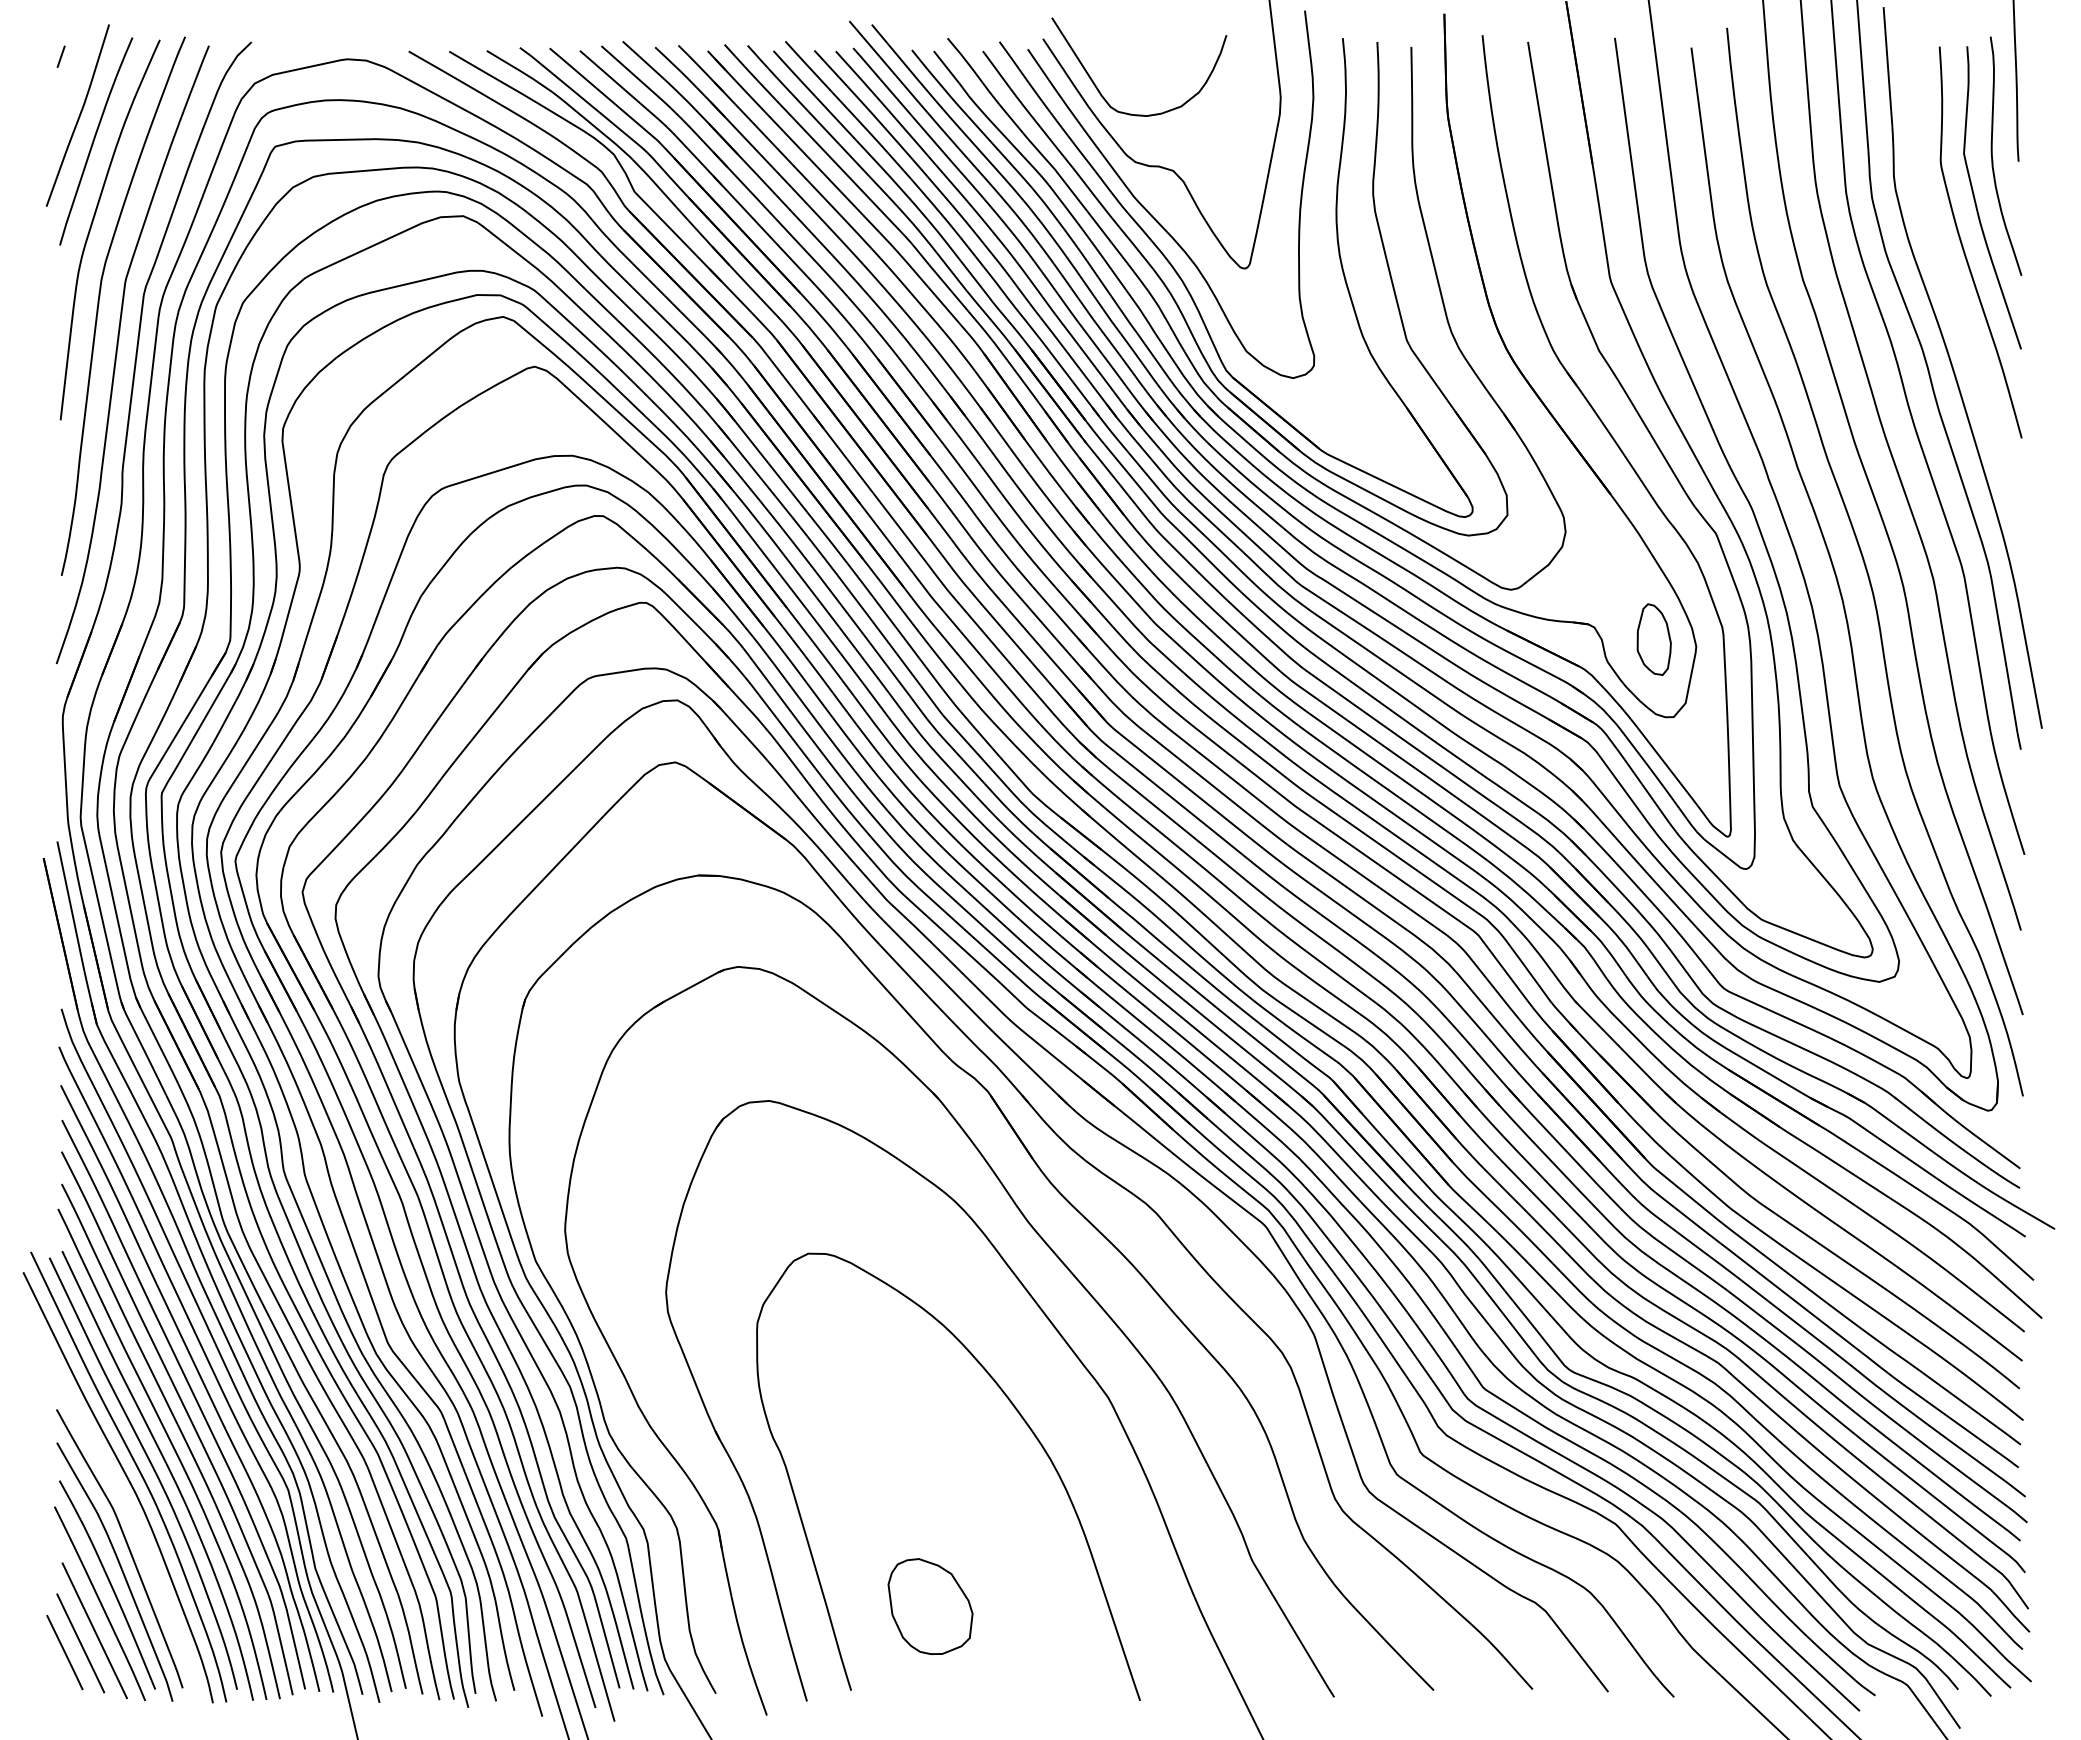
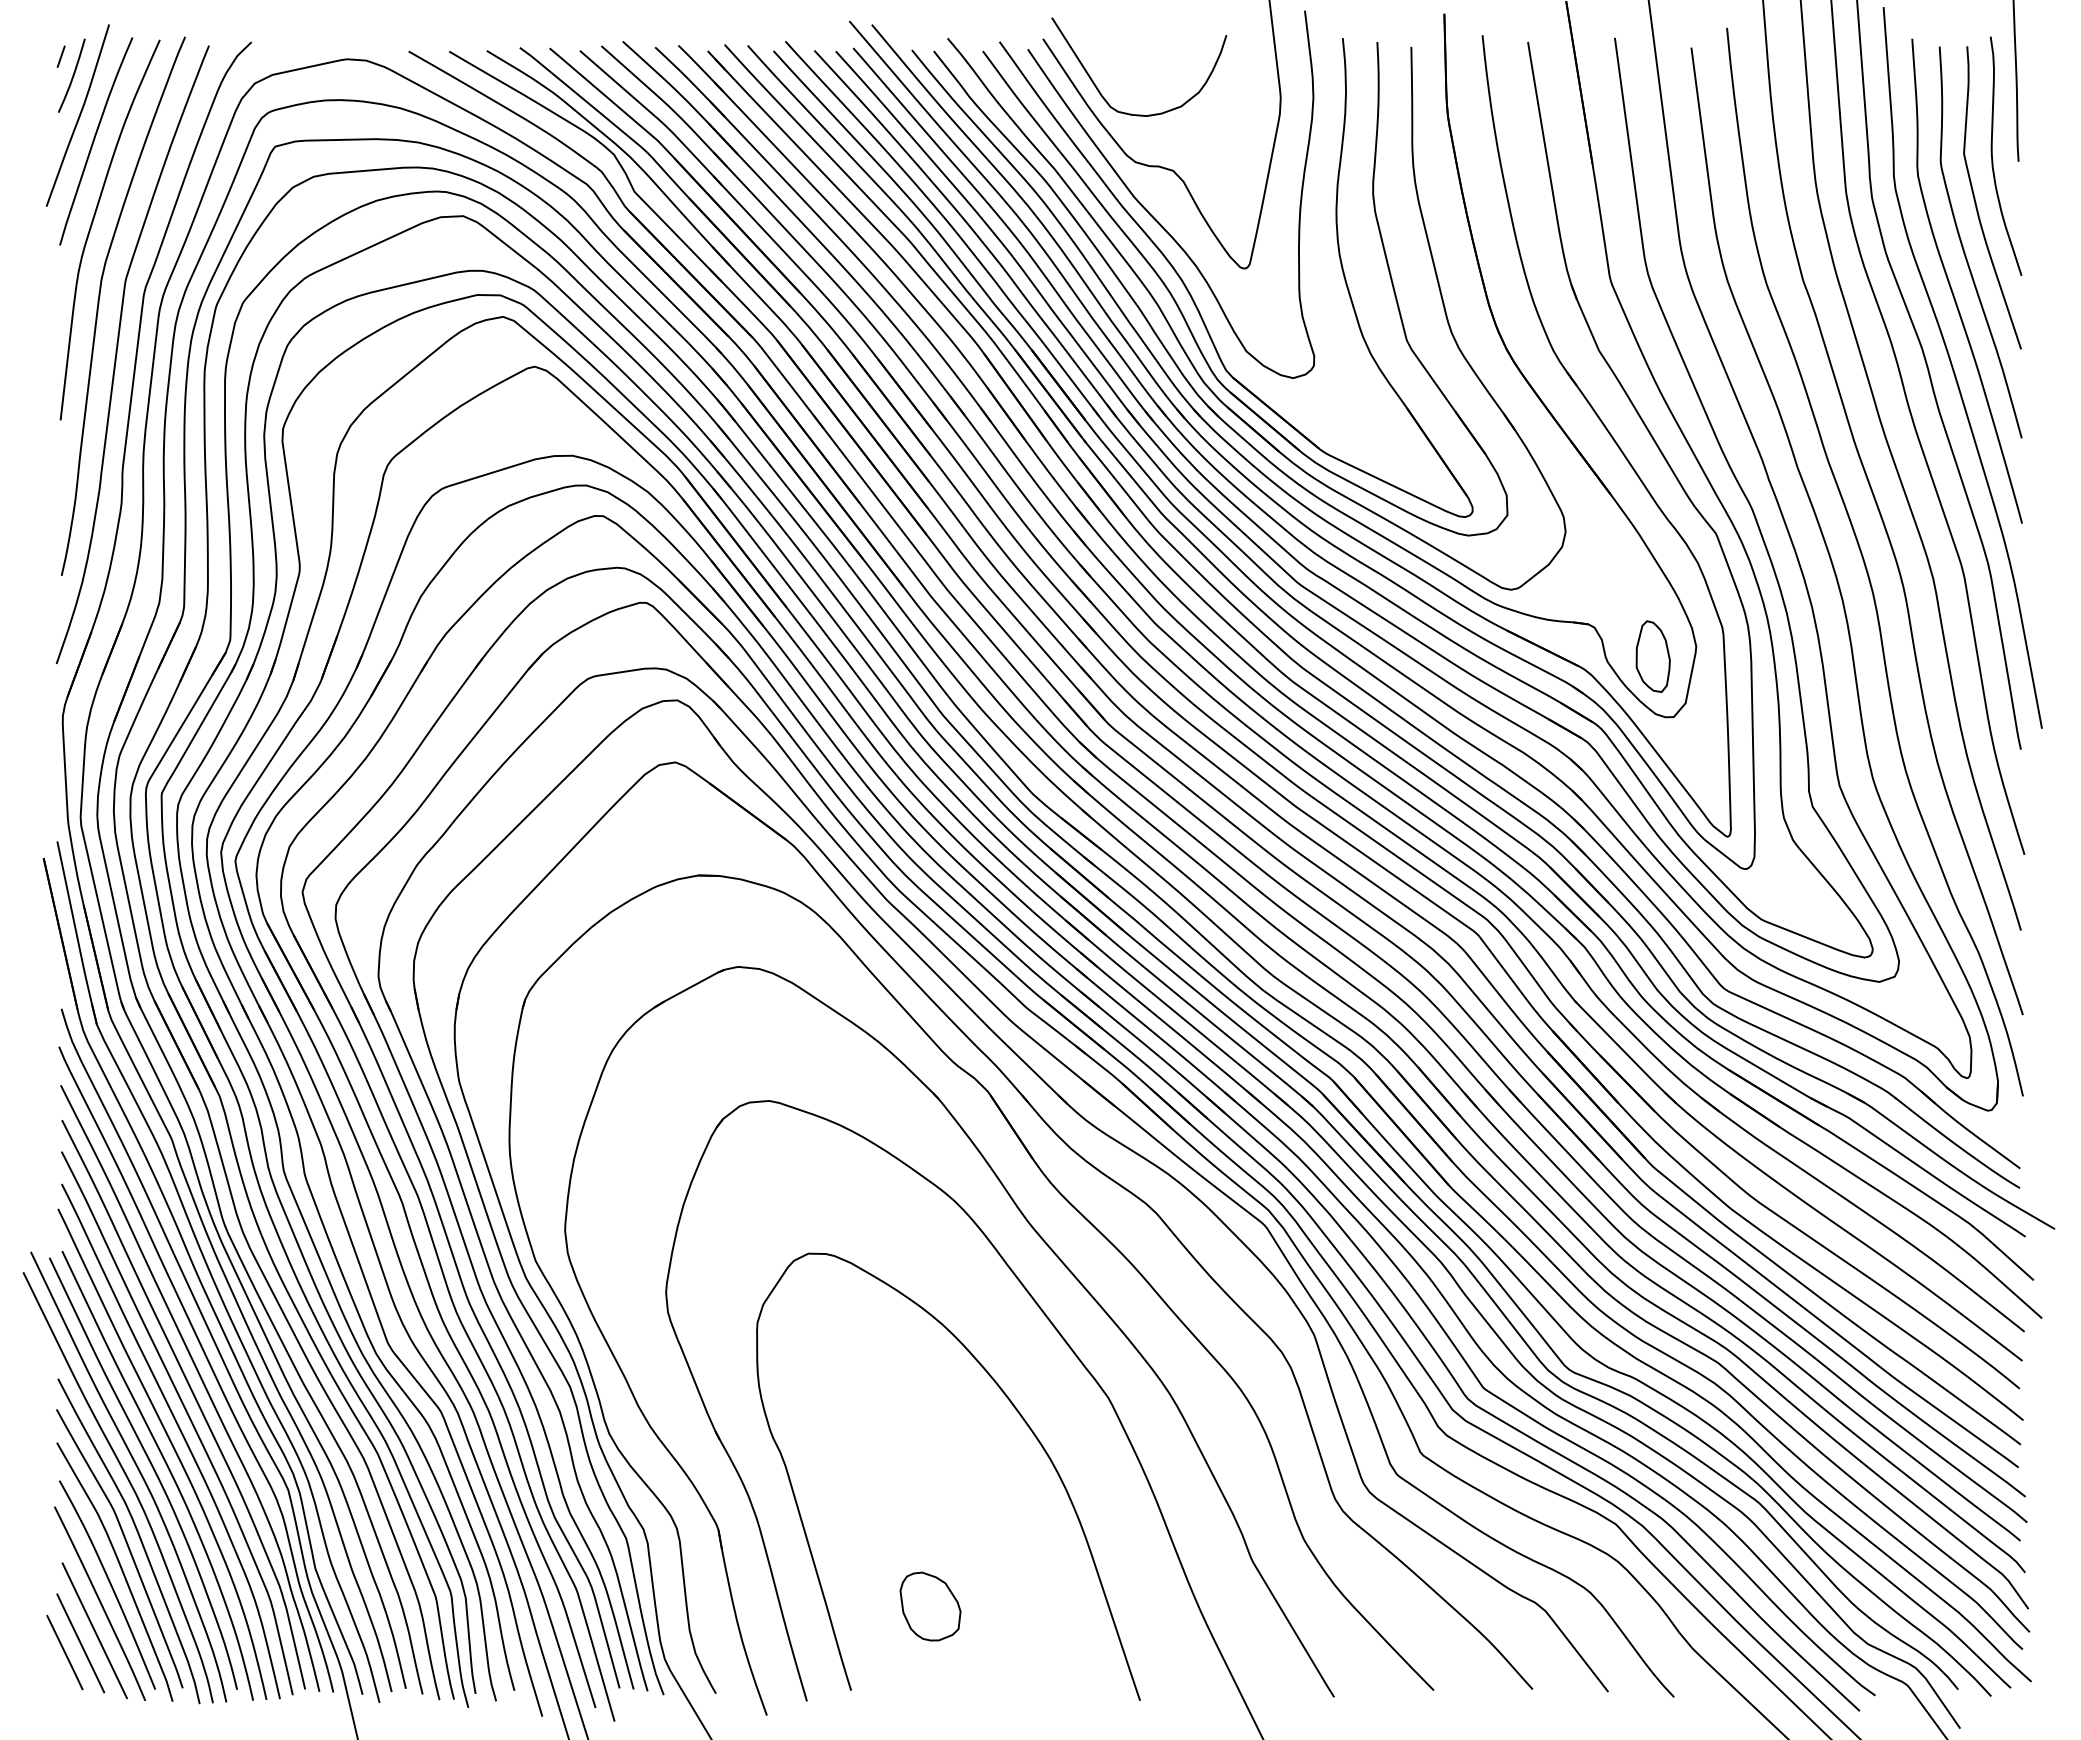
curve at (72, 75): none -> present
curve at (1951, 286): none -> present
part at (1653, 639) position: (1653, 639) -> (1652, 656)
curve at (138, 1536): none -> present
part at (930, 1606) size: 87x97 px -> 63x71 px
